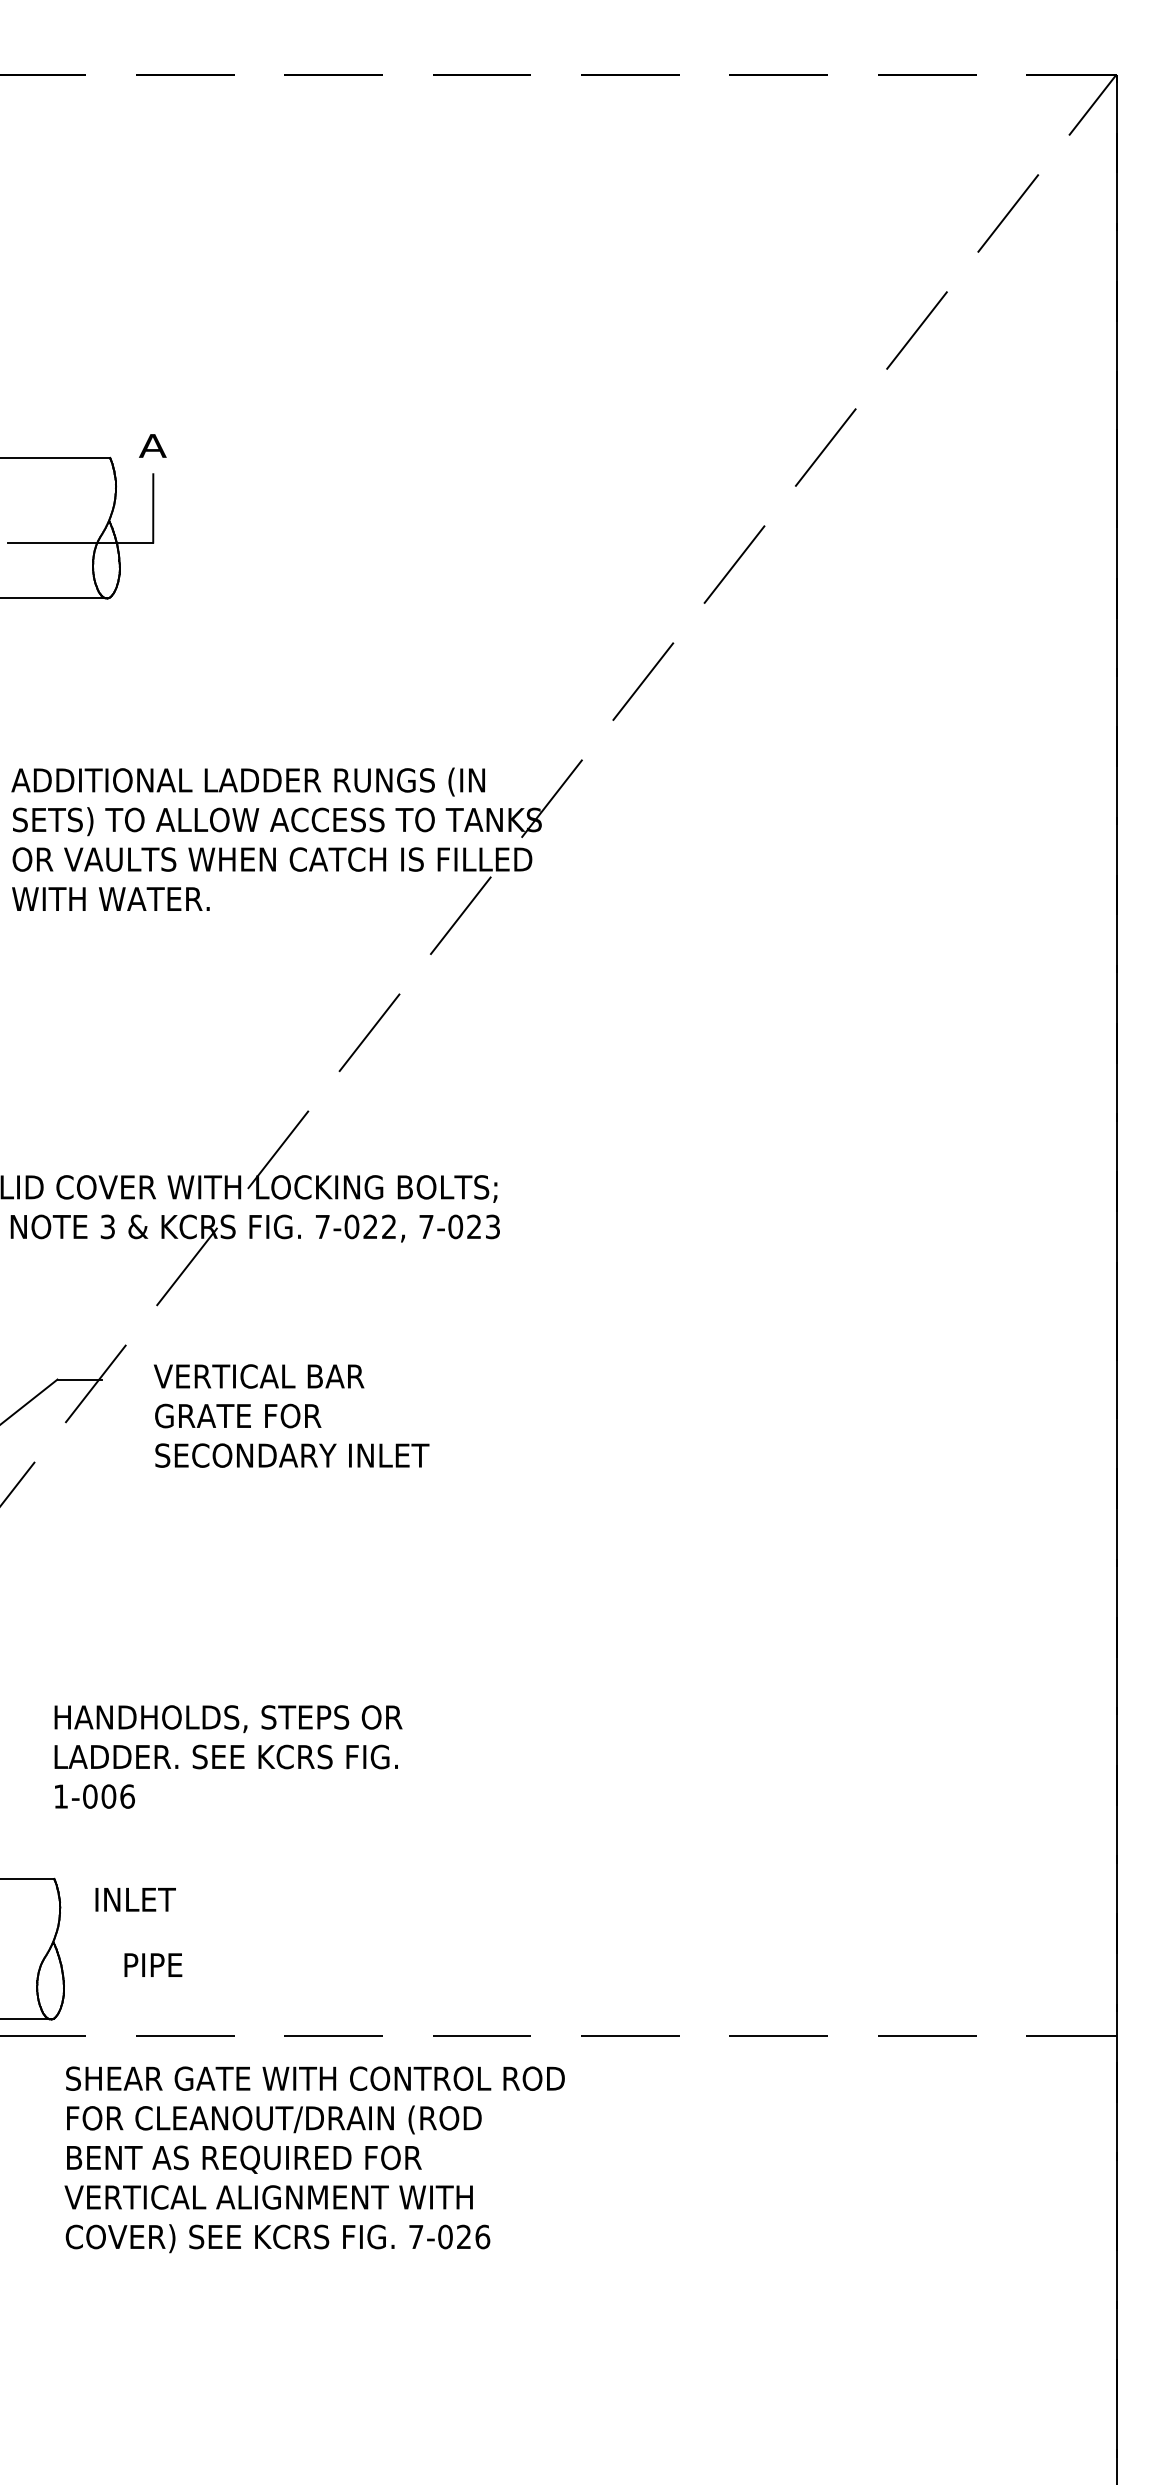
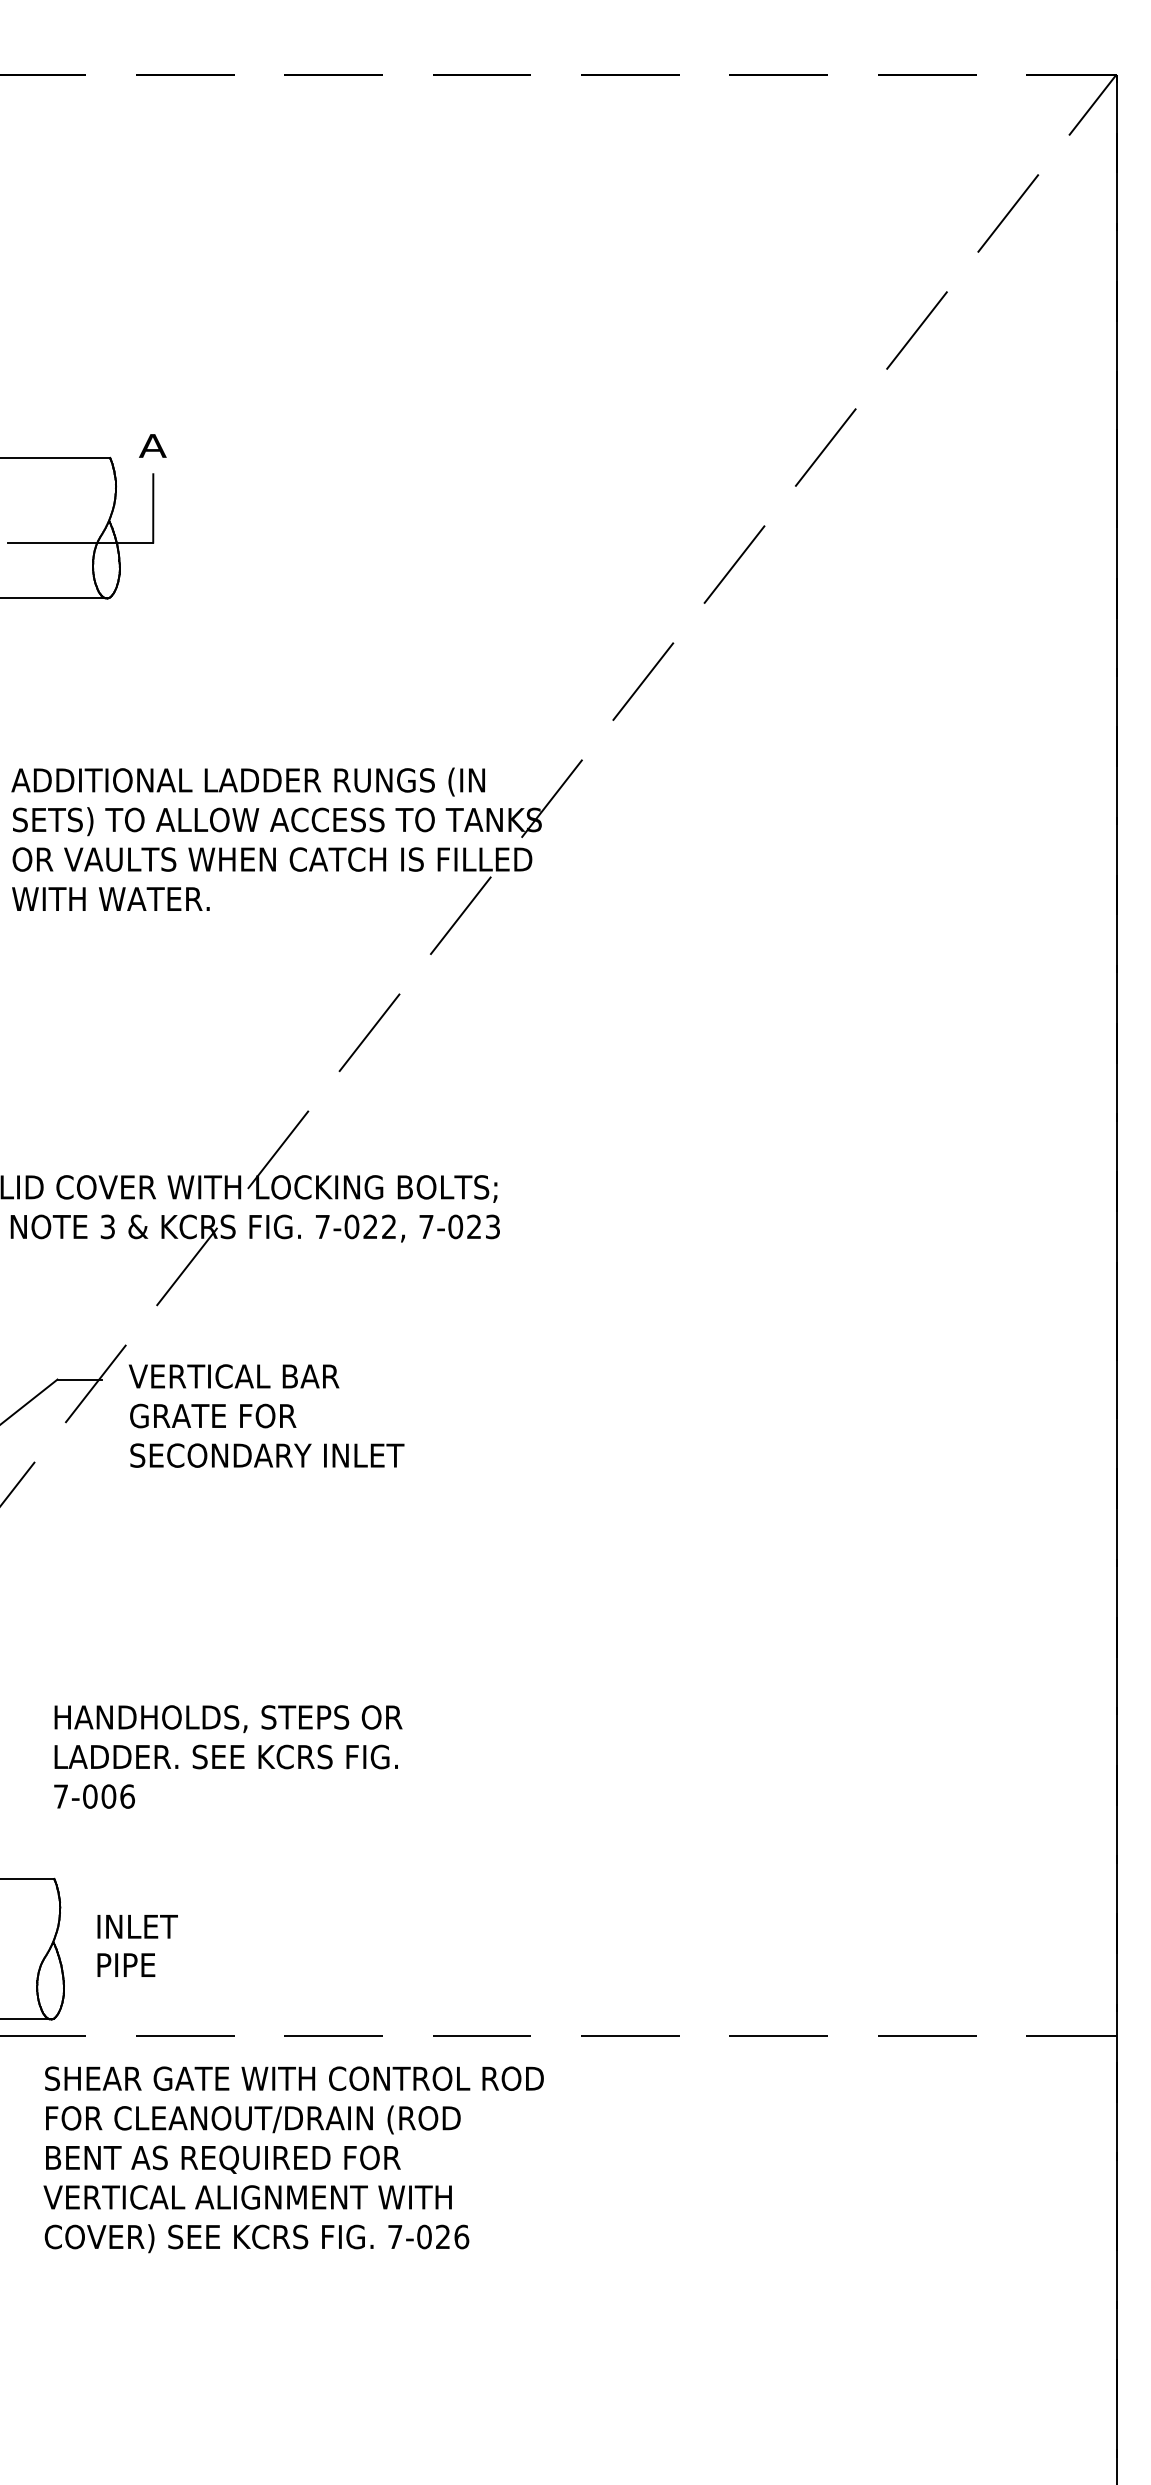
text at (291, 1415) position: (291, 1415) -> (266, 1415)
text at (60, 1796): 1-006 -> 7-006
text at (135, 1899) position: (135, 1899) -> (137, 1926)
text at (153, 1964) position: (153, 1964) -> (126, 1964)
text at (314, 2159) position: (314, 2159) -> (293, 2159)
